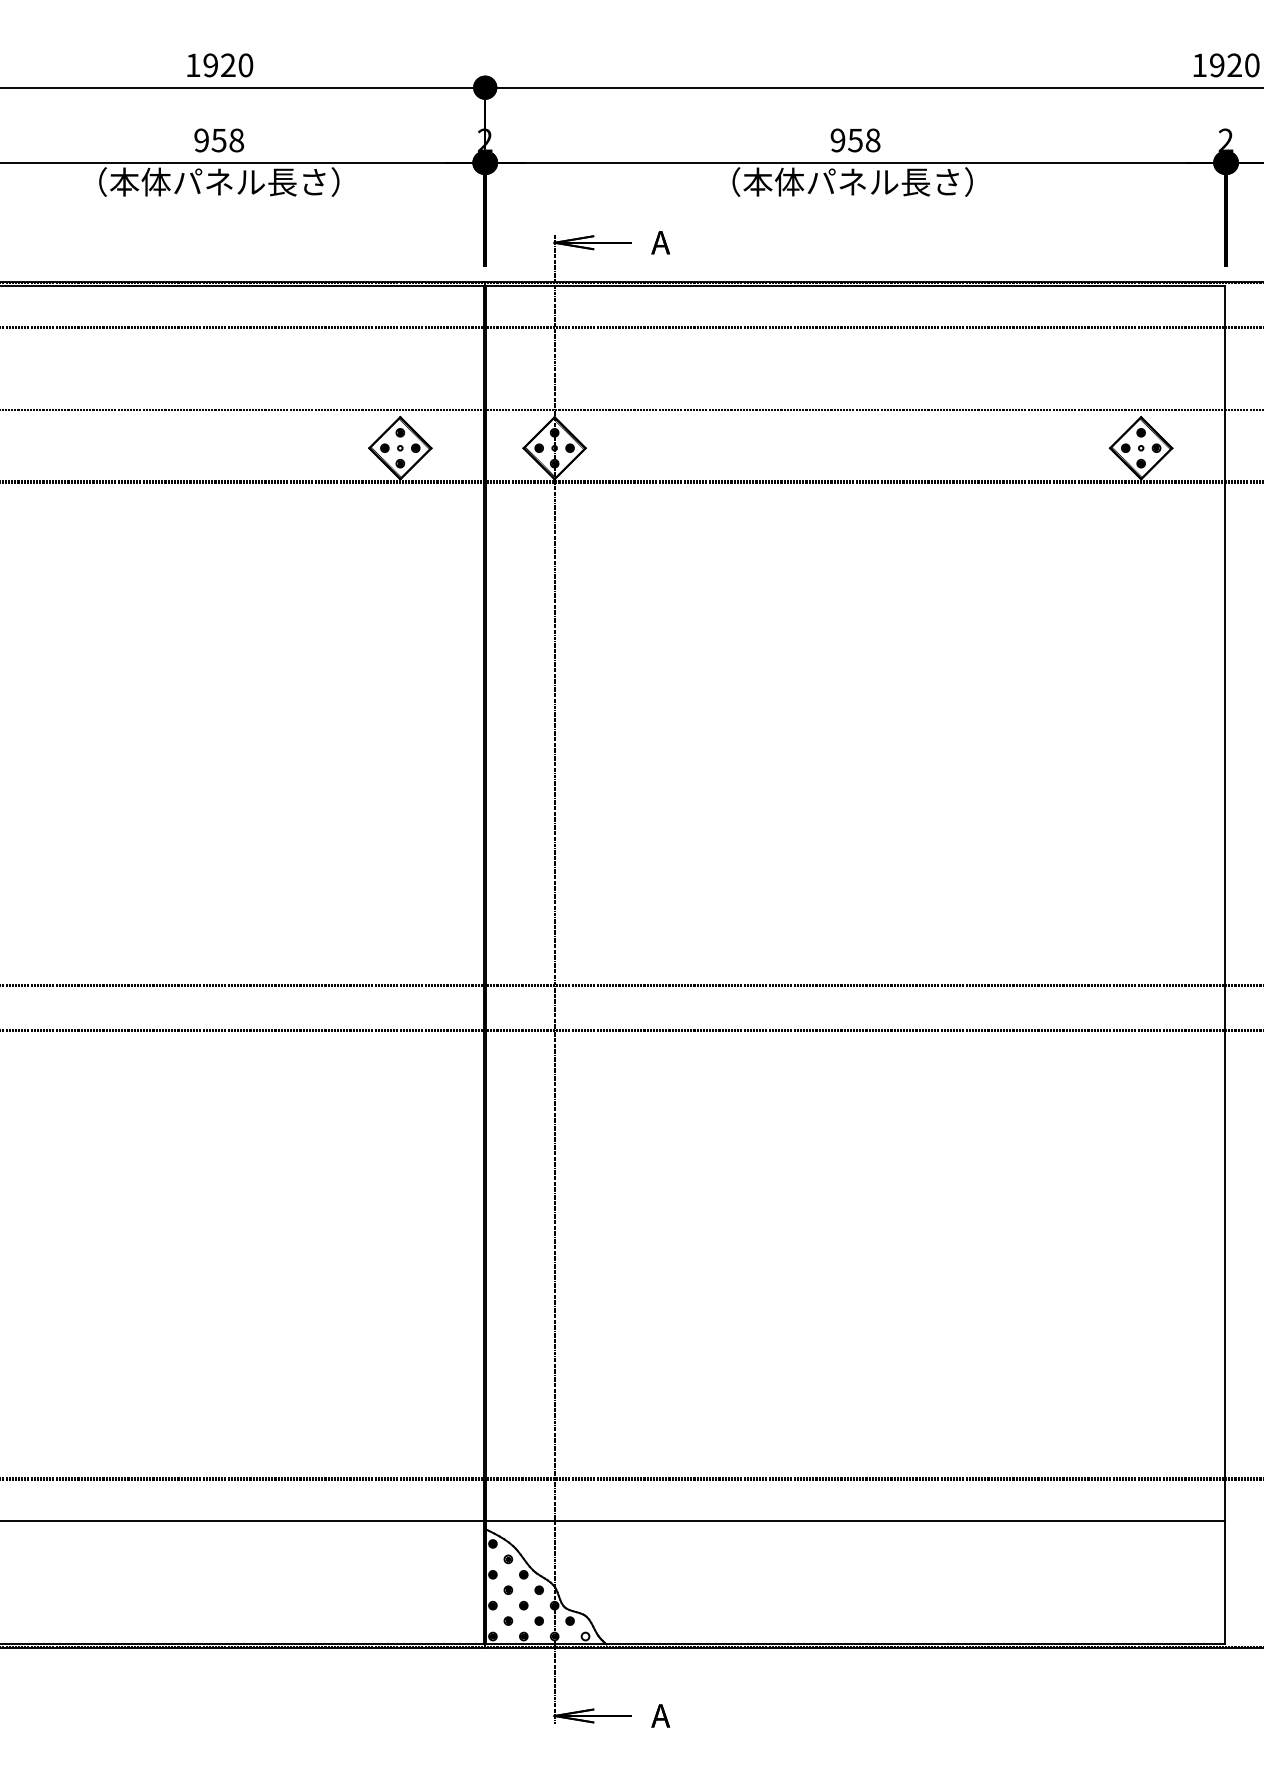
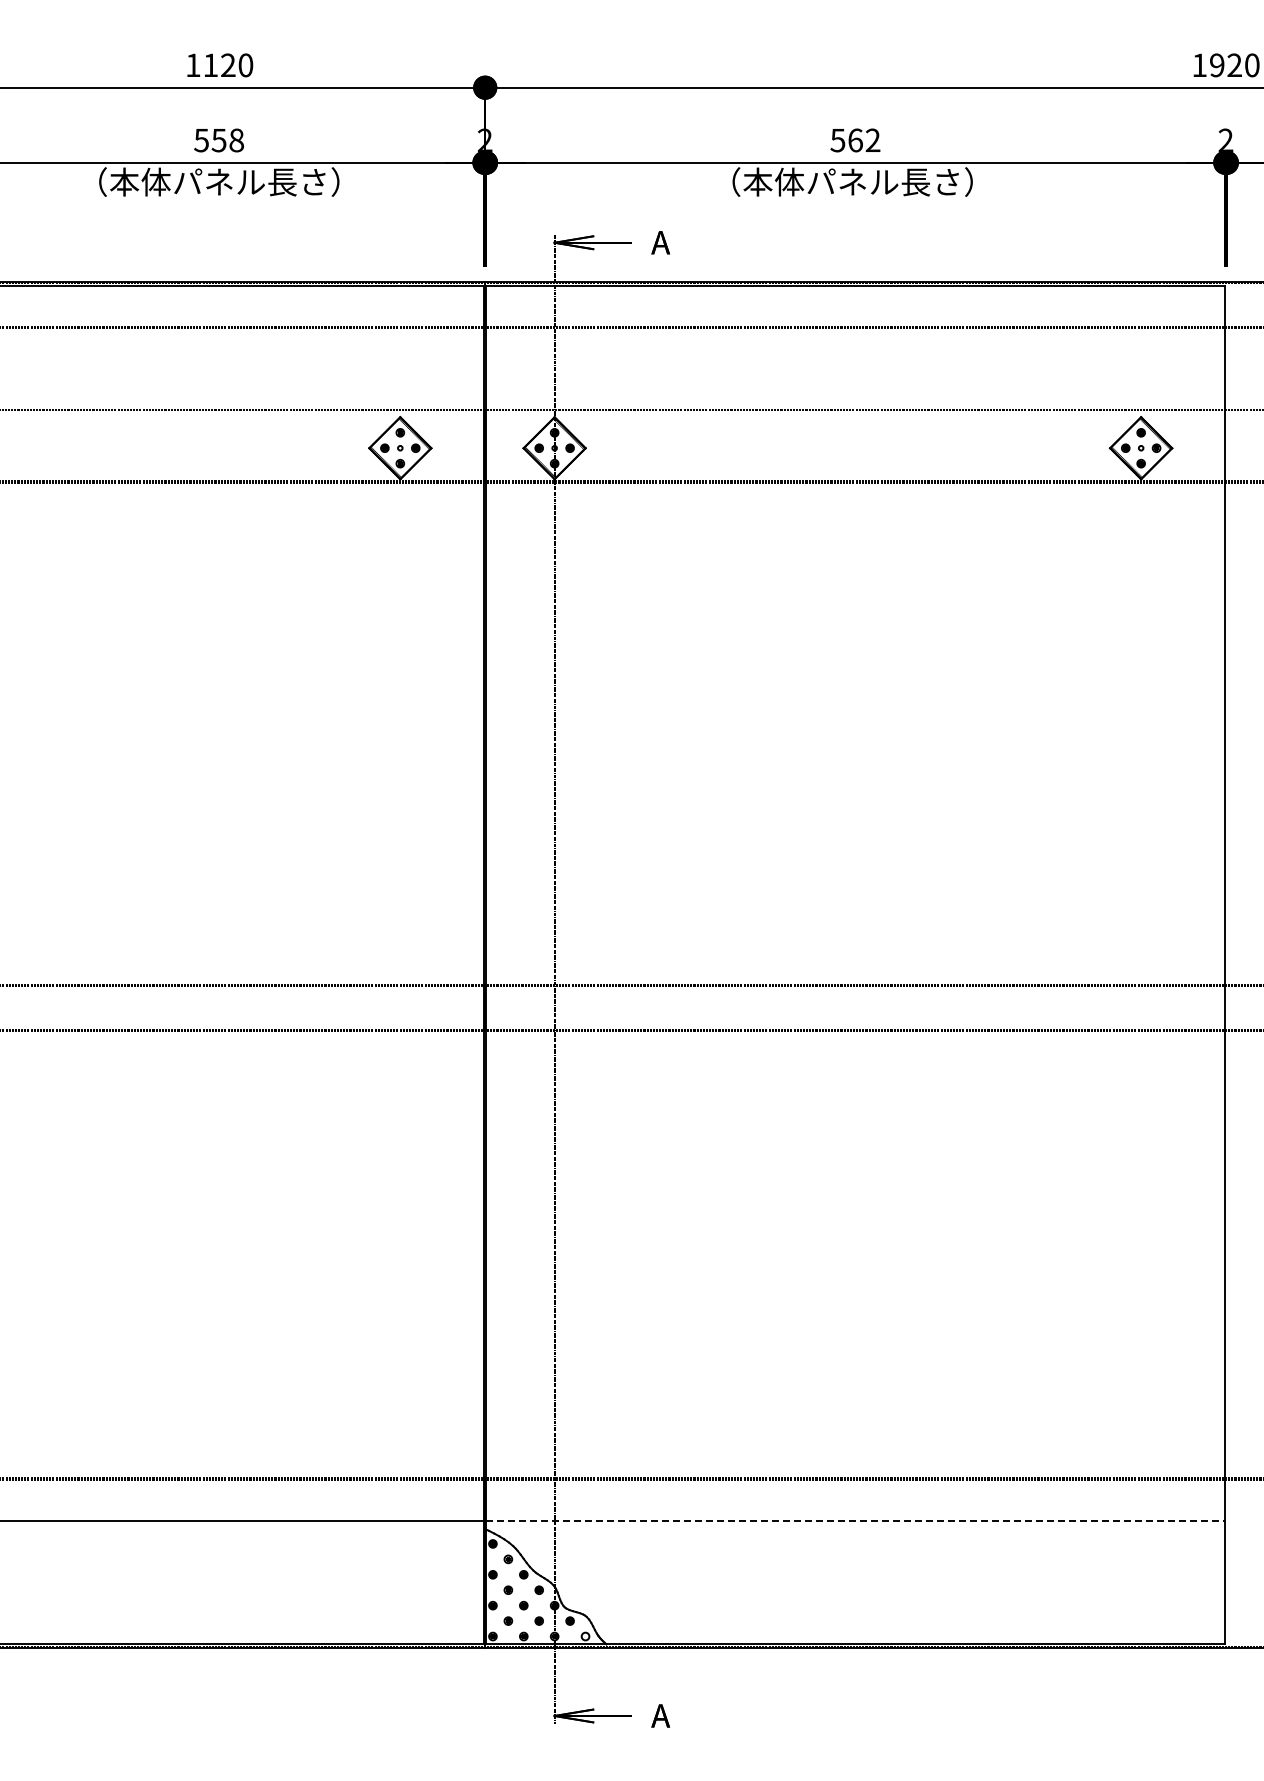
text at (210, 65): 1920 -> 1120
text at (201, 140): 958 -> 558
text at (855, 140): 958 -> 562
line at (855, 1520): solid -> dashed
